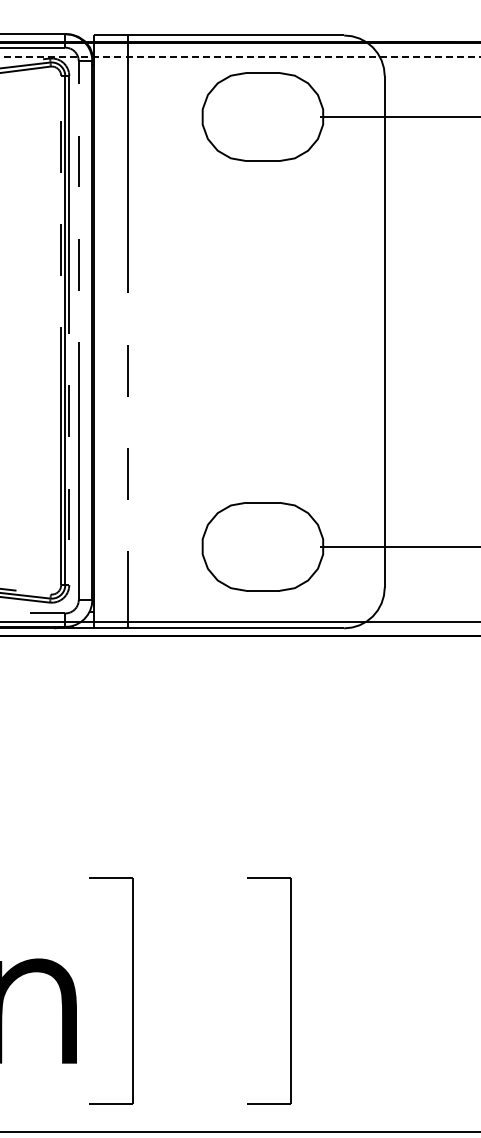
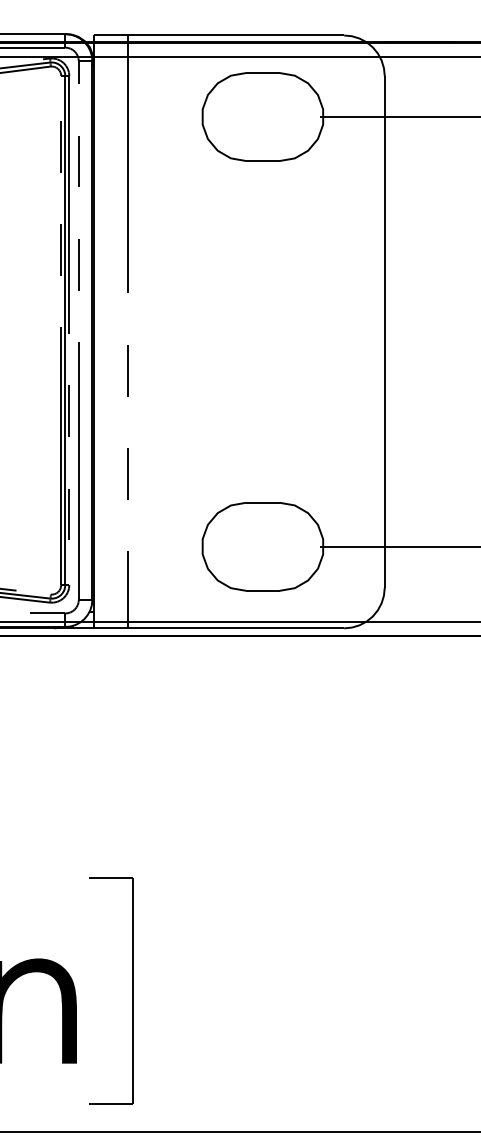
line at (240, 56): dashed -> solid
part at (290, 990): present -> none
